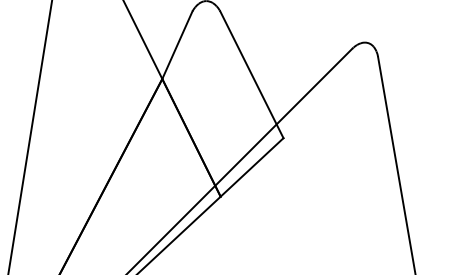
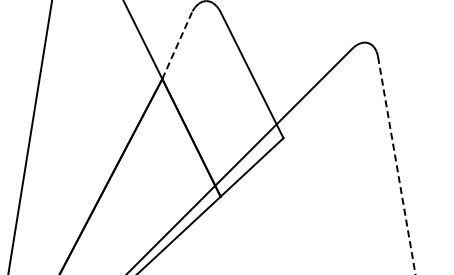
line at (177, 44): solid -> dashed
line at (396, 166): solid -> dashed
